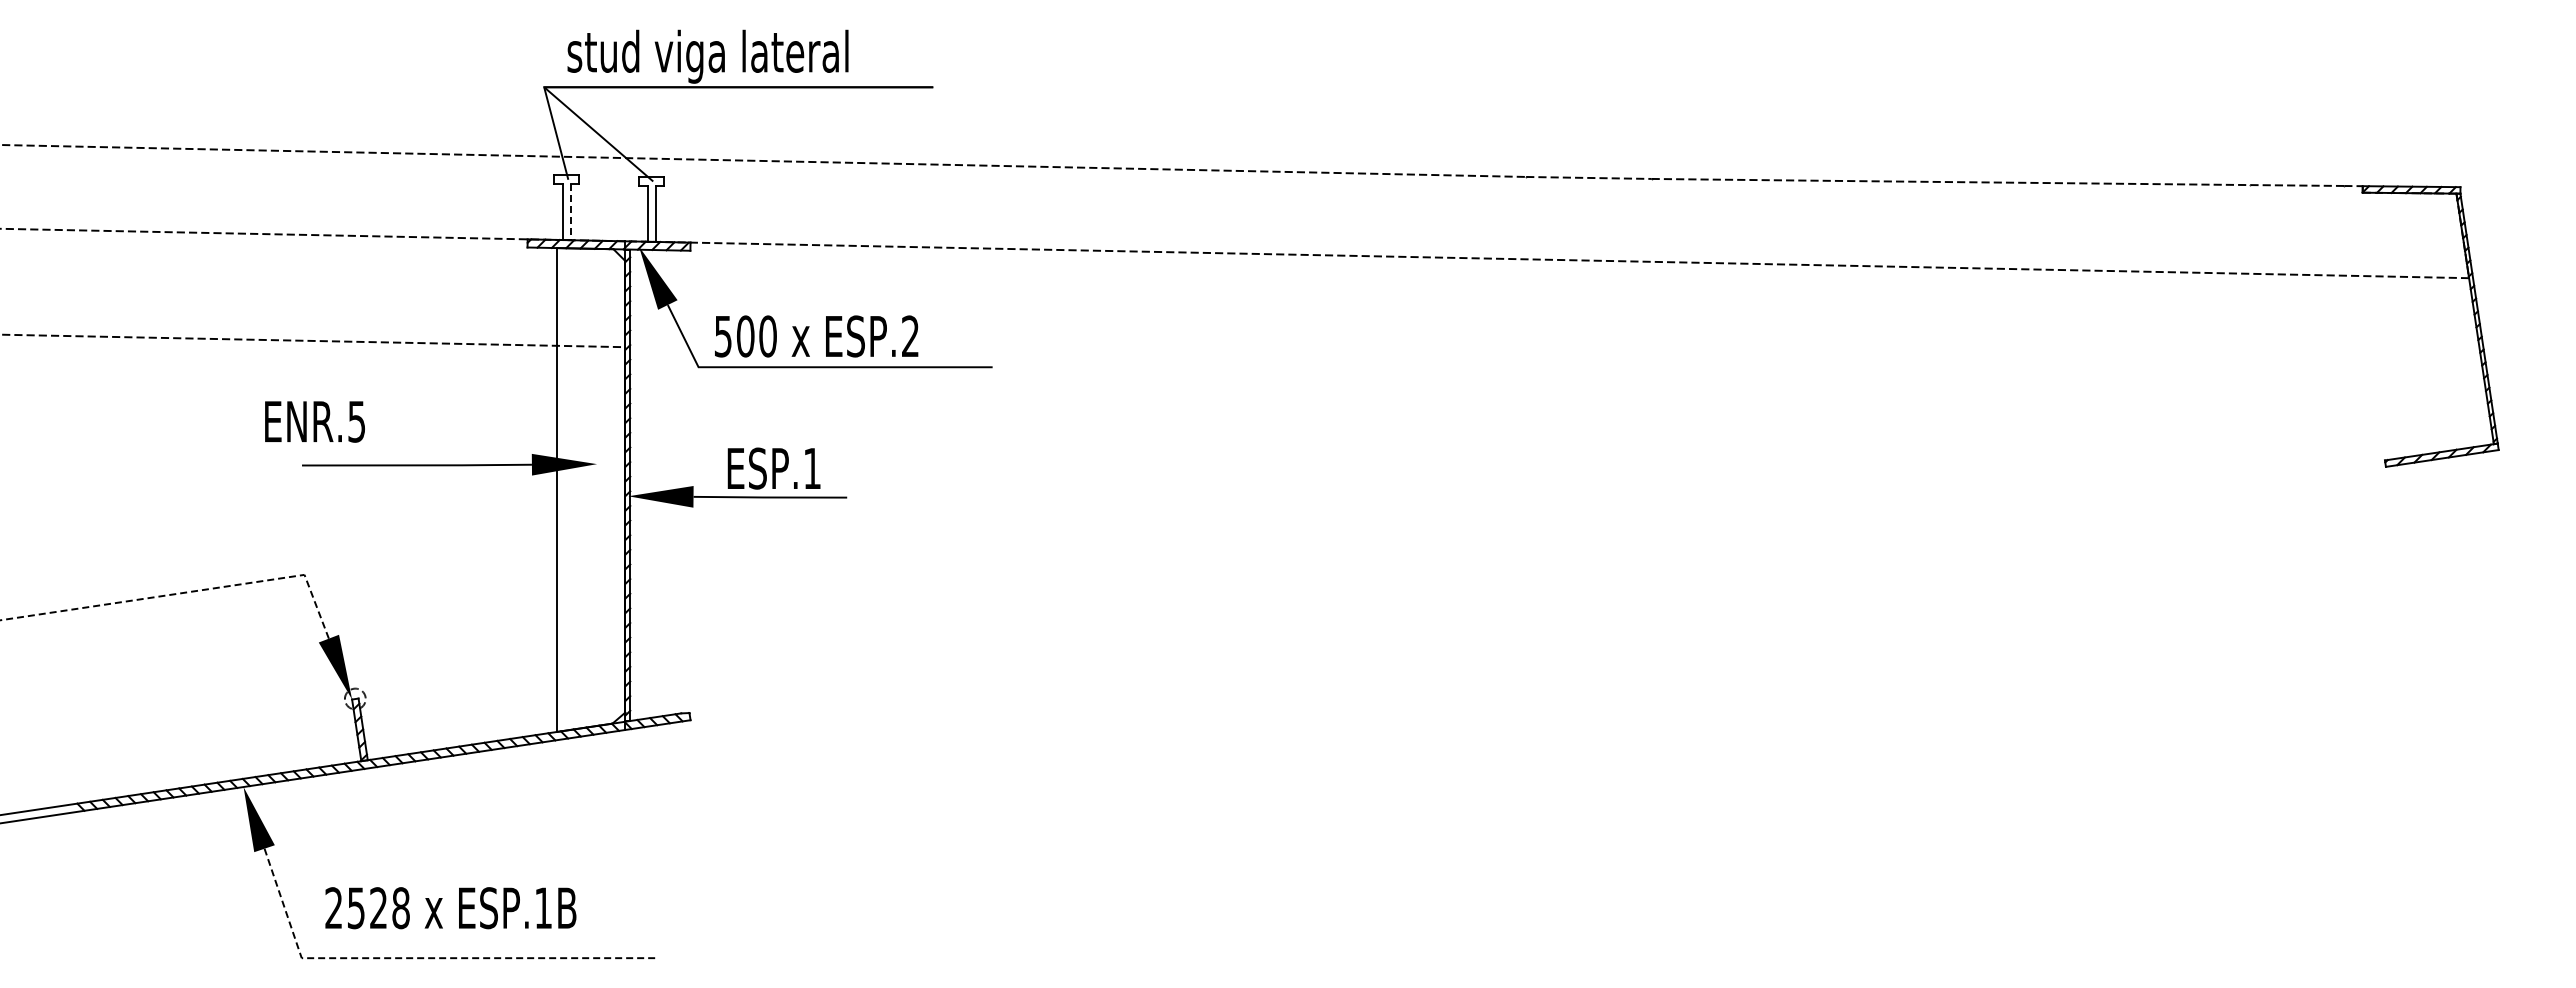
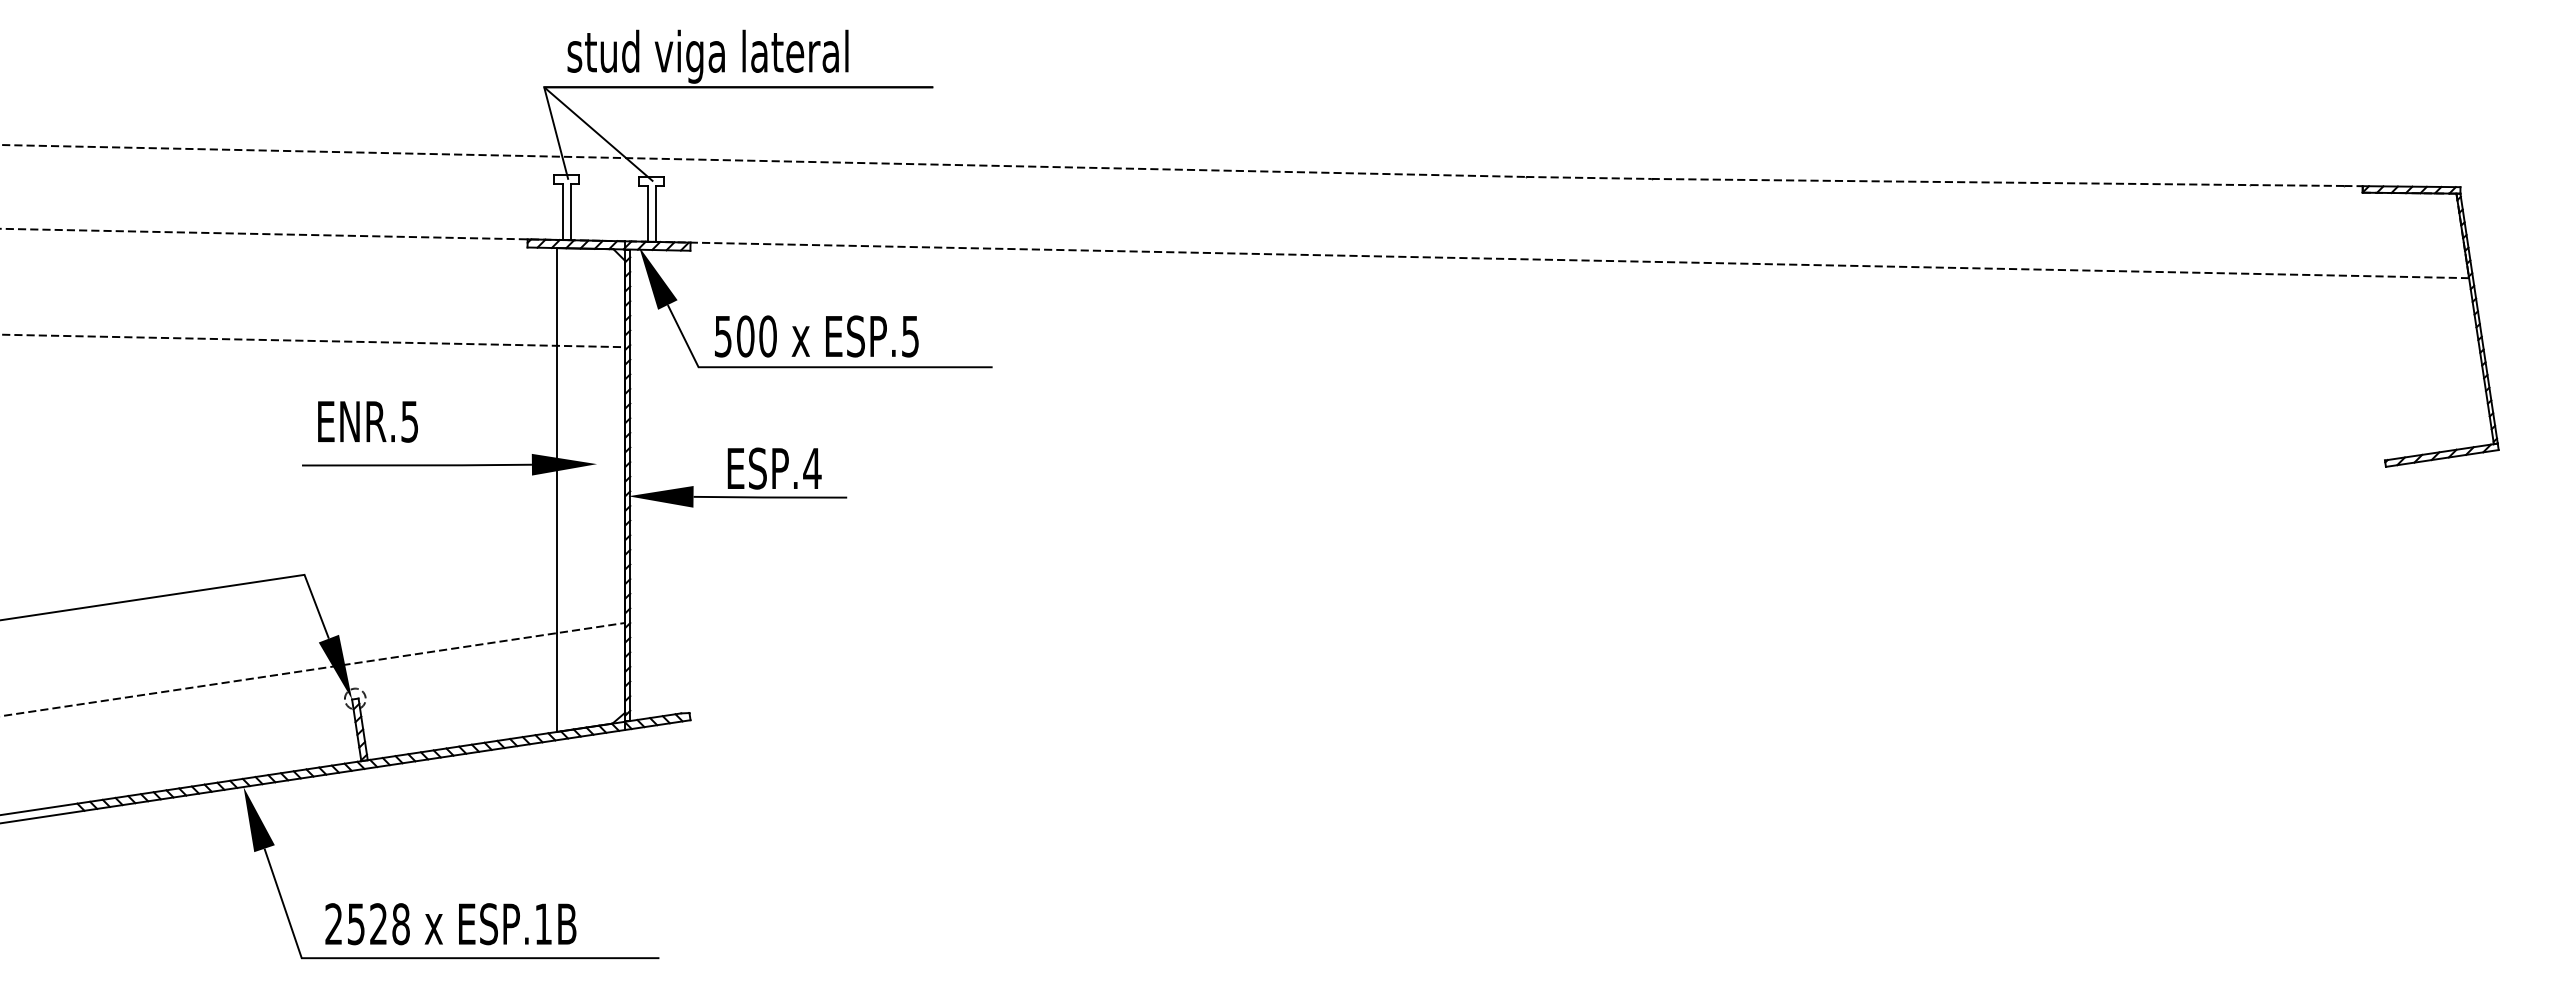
line at (570, 212): dashed -> solid
text at (910, 336): ESP.2 -> ESP.5
text at (314, 421) position: (314, 421) -> (367, 421)
text at (812, 468): ESP.1 -> ESP.4
line at (186, 592): dashed -> solid
line at (313, 669): none -> present
text at (450, 908) position: (450, 908) -> (450, 924)
line at (422, 958): dashed -> solid
